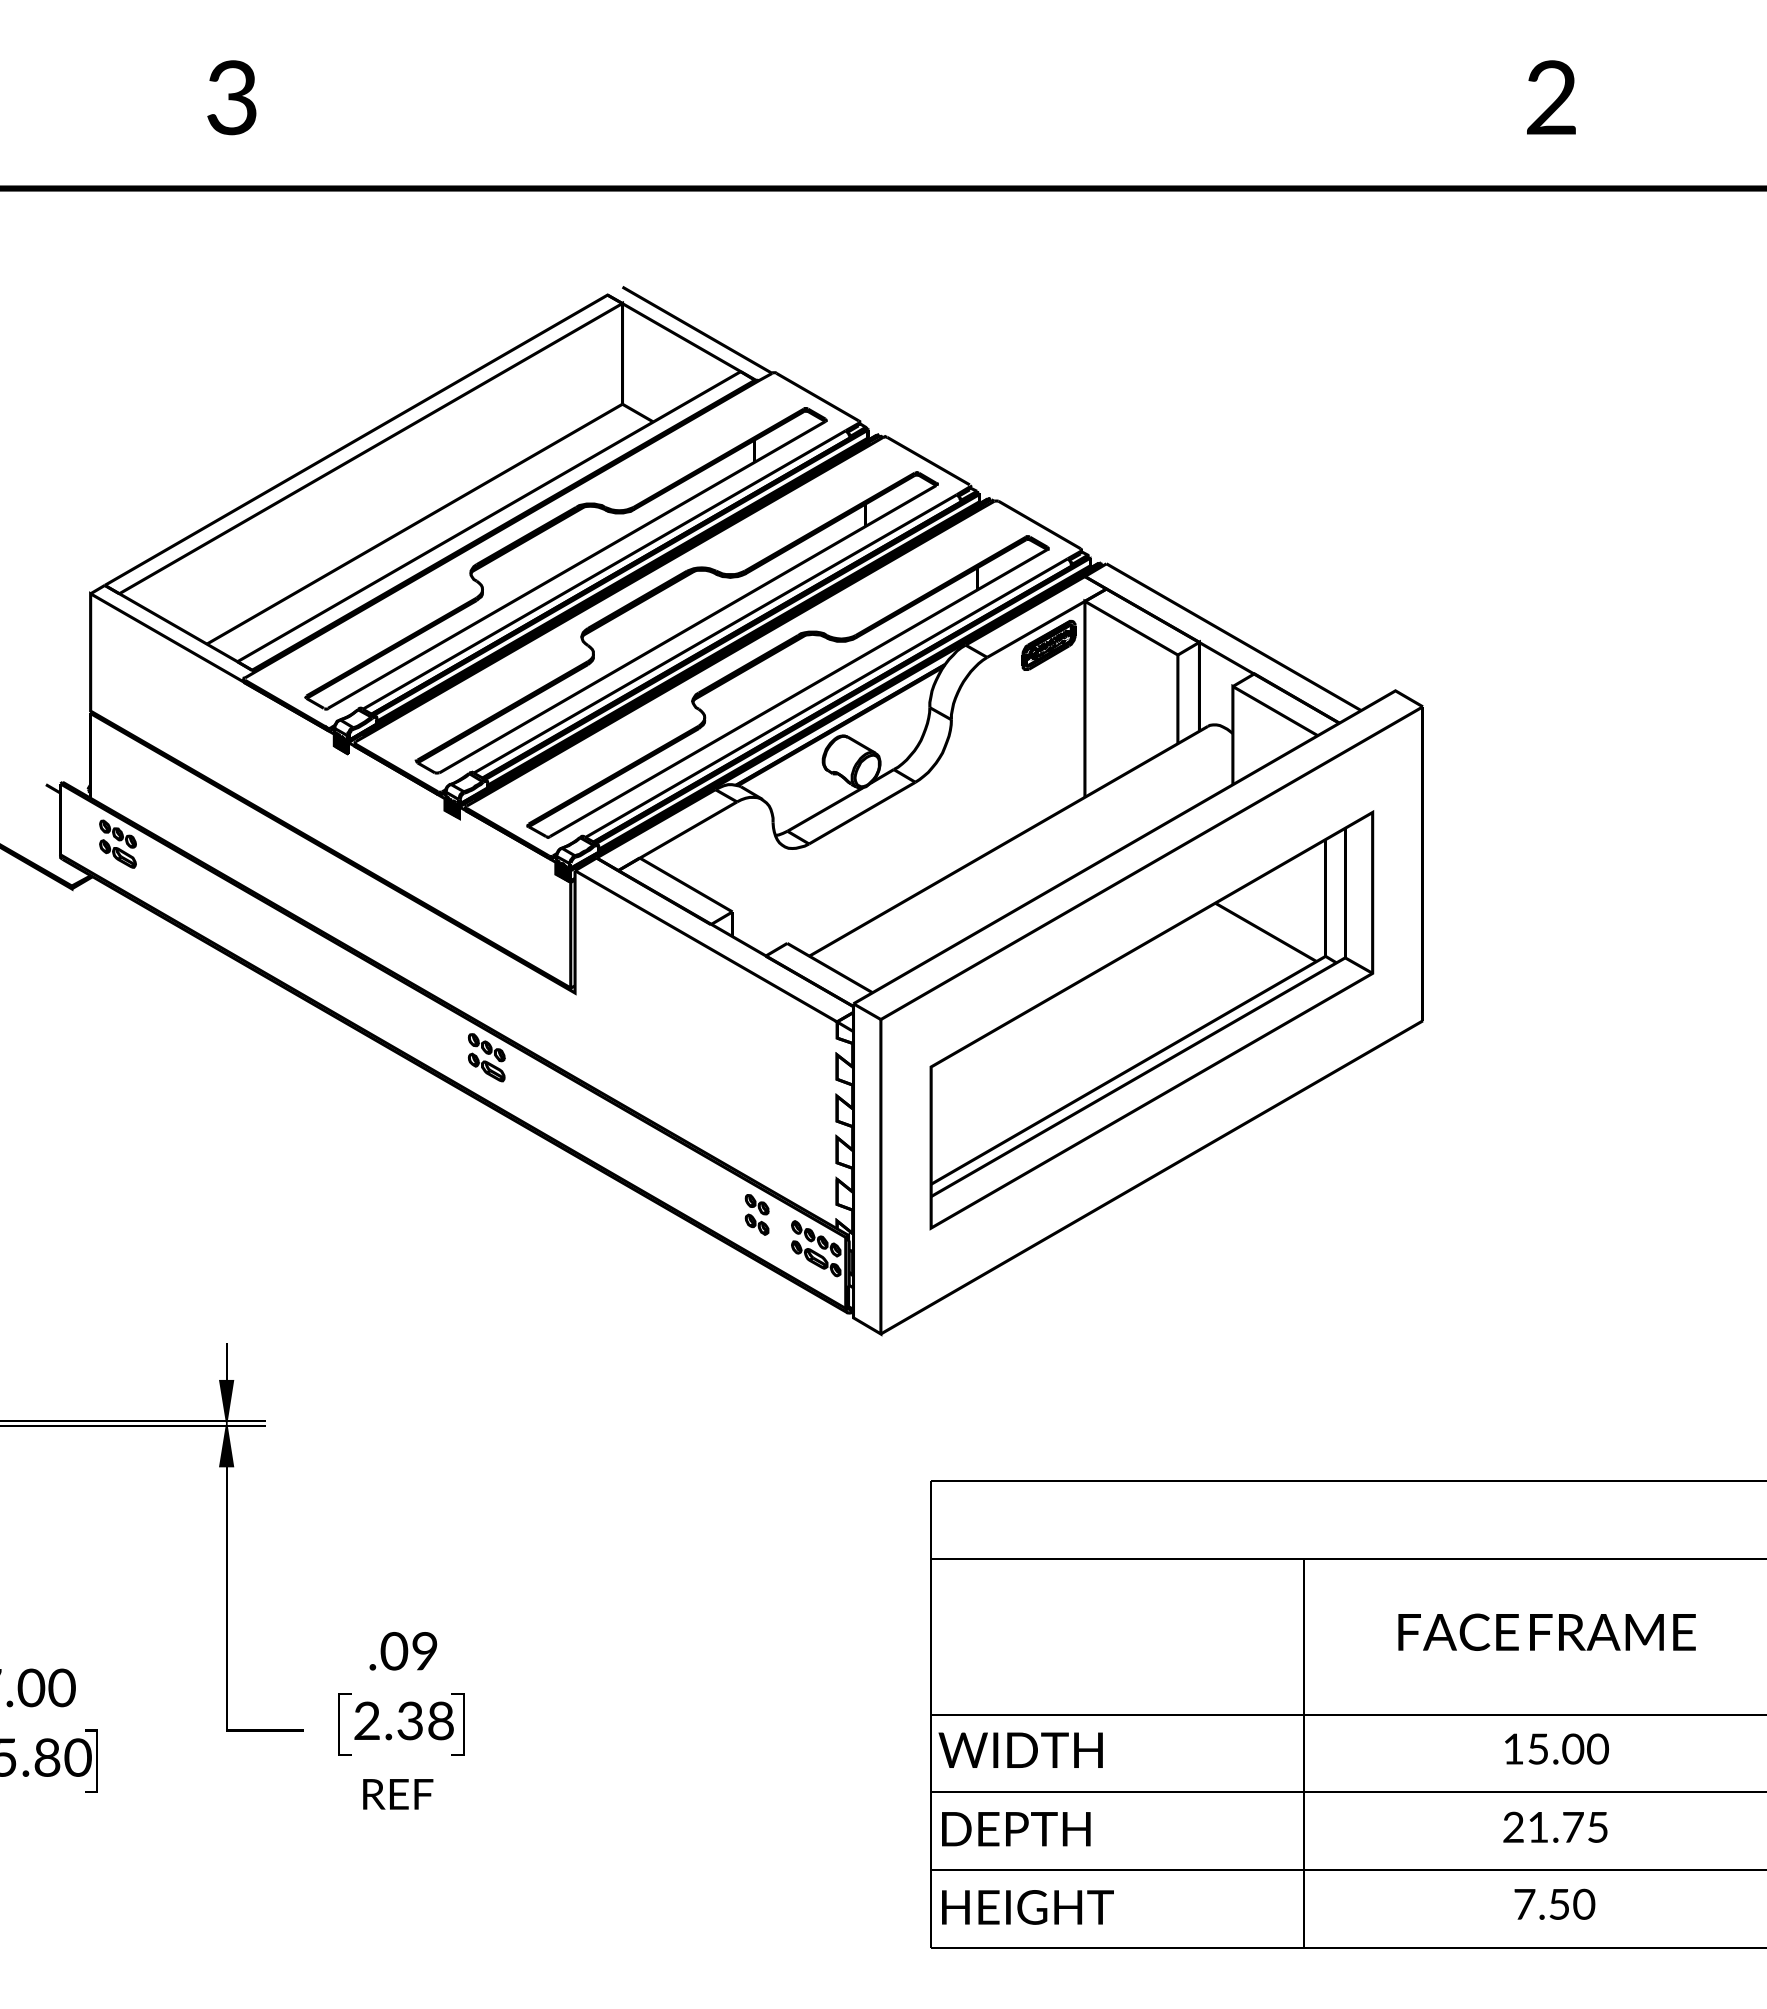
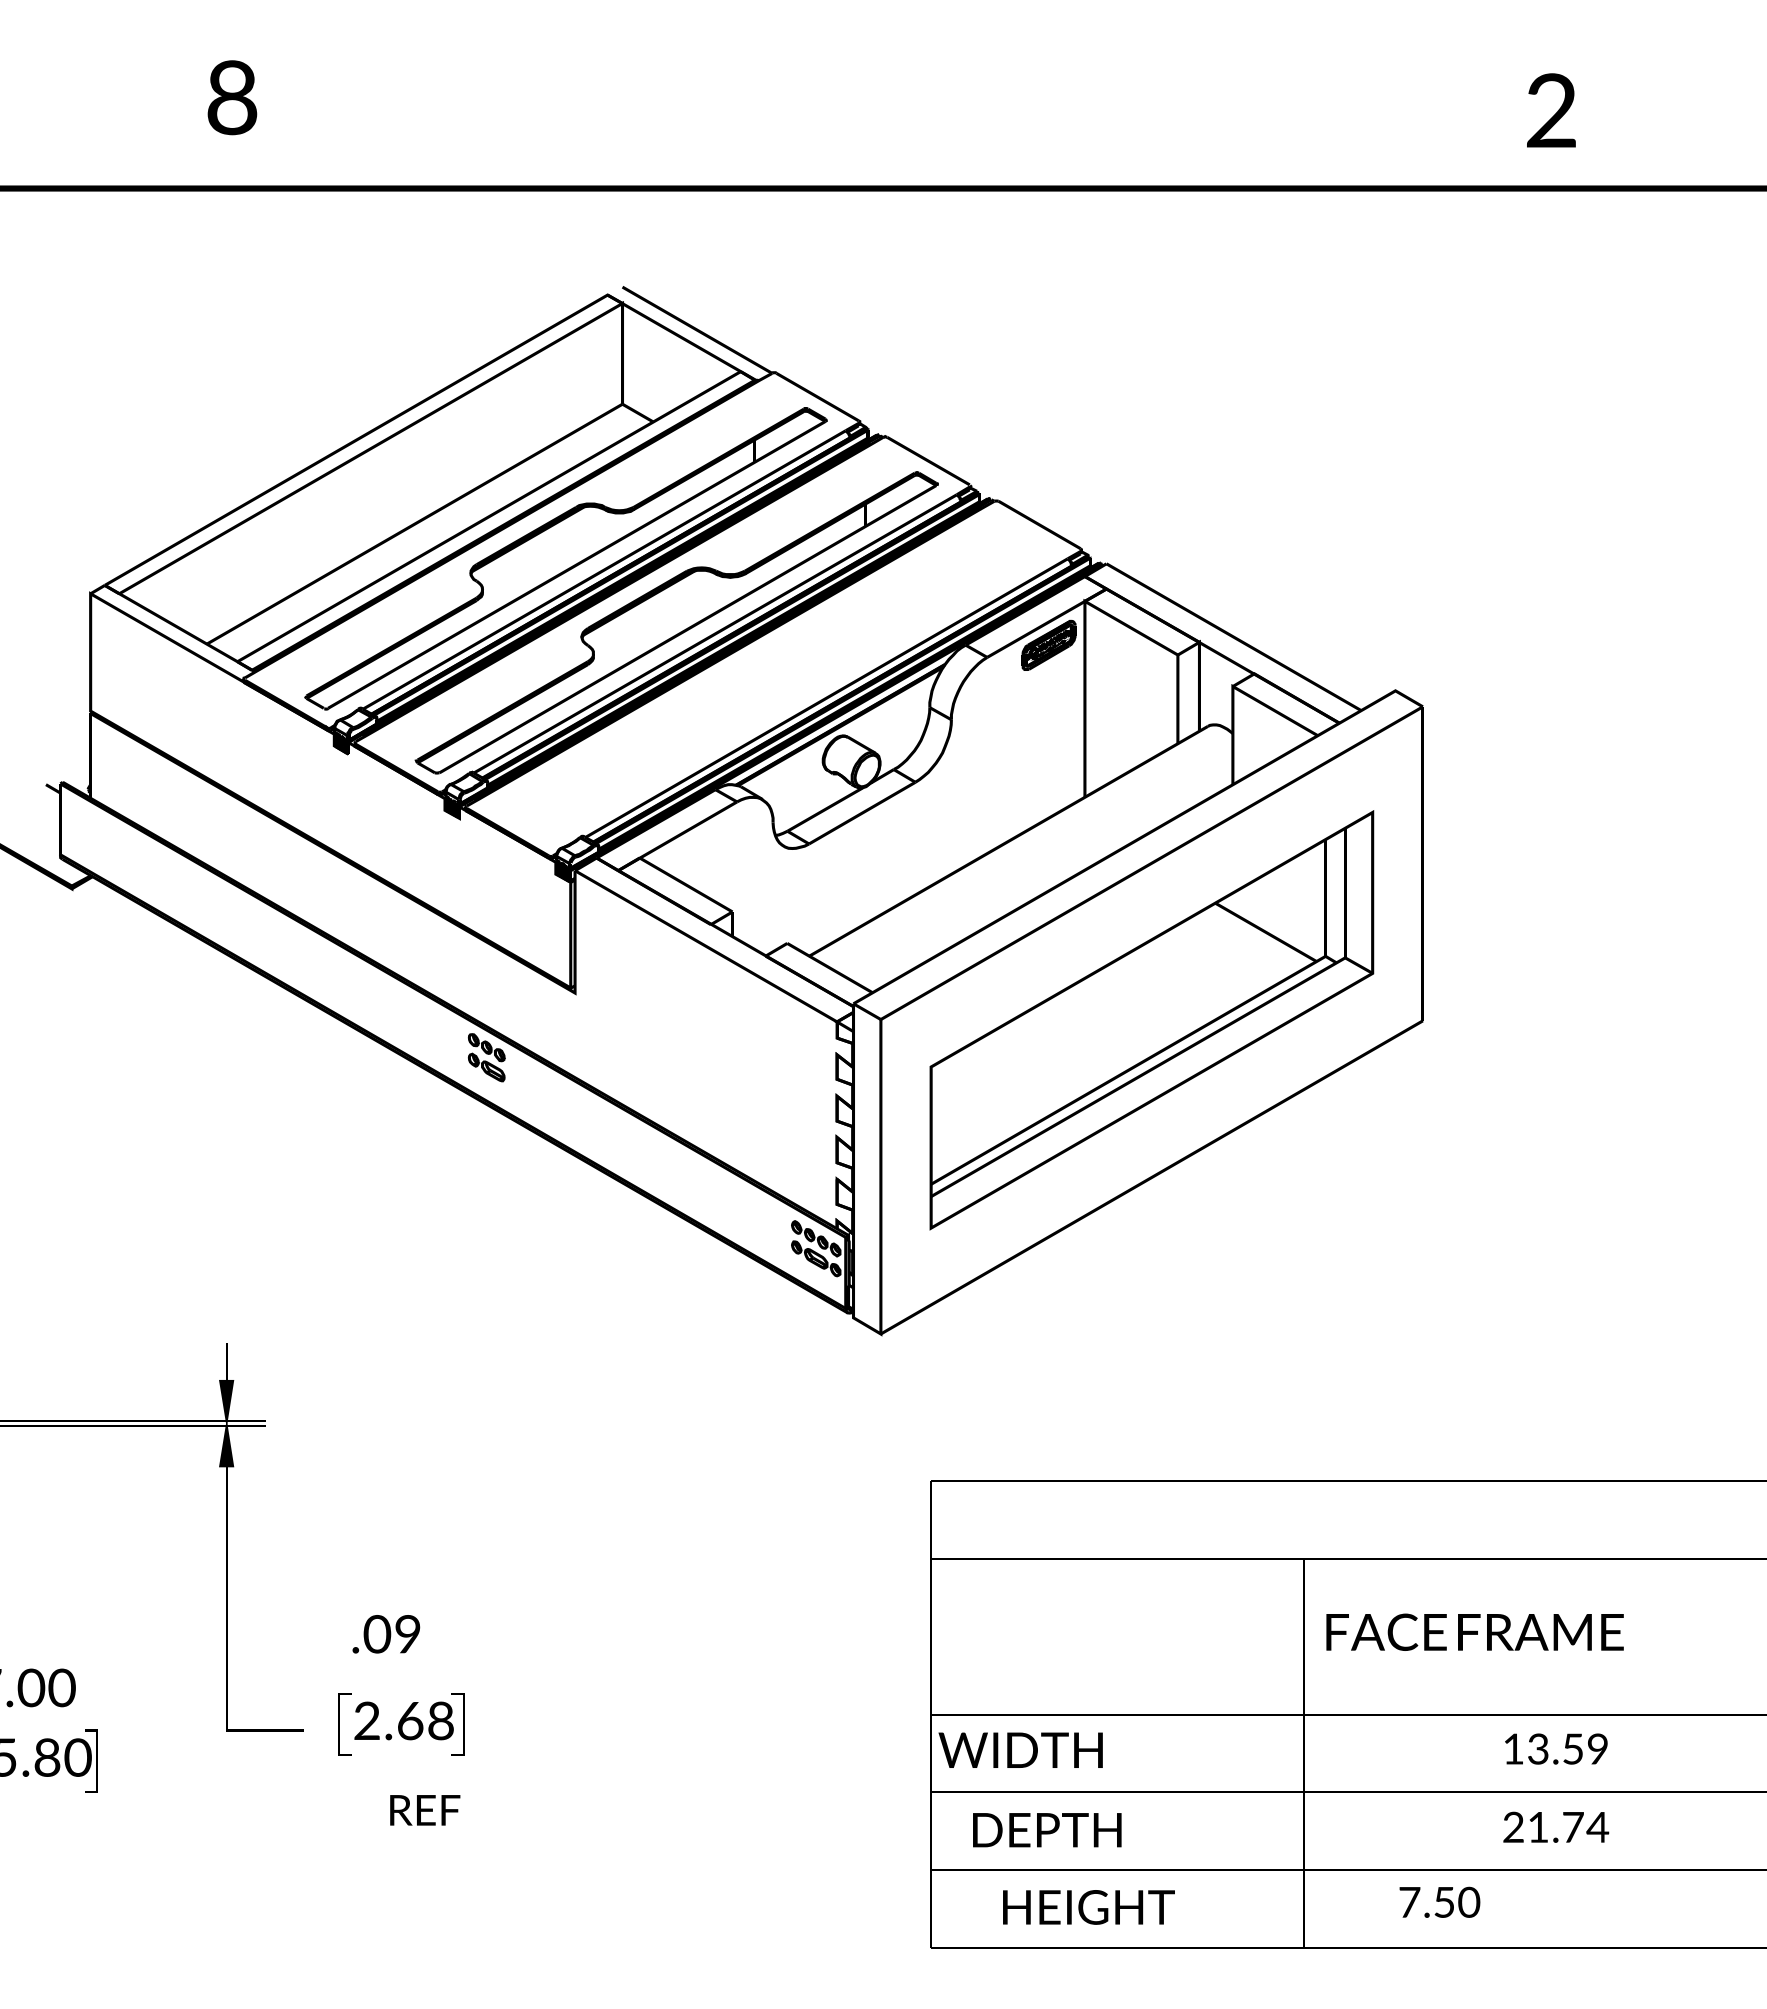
text at (232, 97): 3 -> 8
text at (1551, 97) position: (1551, 97) -> (1551, 110)
part at (787, 686): present -> none
part at (117, 843): present -> none
part at (756, 1214): present -> none
text at (1546, 1631) position: (1546, 1631) -> (1474, 1631)
text at (403, 1651) position: (403, 1651) -> (386, 1634)
text at (410, 1720): 2.38 -> 2.68
text at (1568, 1748): 15.00 -> 13.59
text at (398, 1794) position: (398, 1794) -> (425, 1810)
text at (1597, 1827): 21.75 -> 21.74
text at (1016, 1829) position: (1016, 1829) -> (1047, 1830)
text at (1554, 1903) position: (1554, 1903) -> (1439, 1901)
text at (1027, 1907) position: (1027, 1907) -> (1088, 1907)
